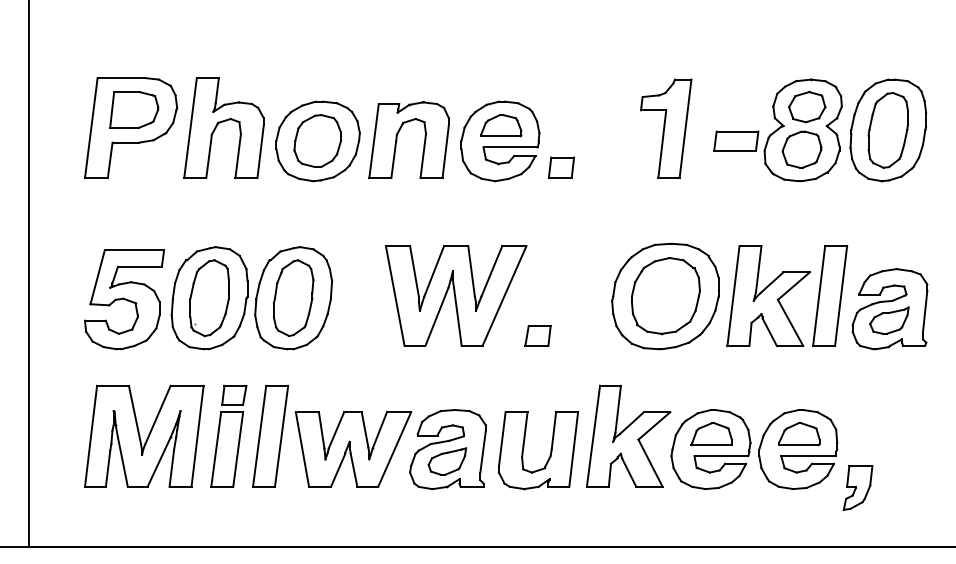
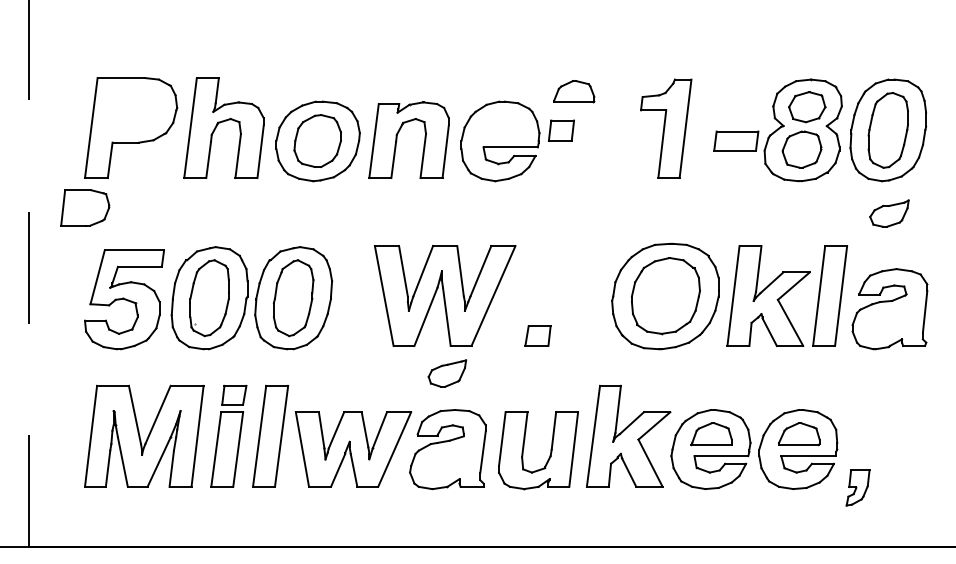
part at (134, 109) position: (134, 109) -> (85, 207)
part at (501, 125) position: (501, 125) -> (574, 91)
part at (561, 167) position: (561, 167) -> (561, 130)
line at (28, 273): solid -> dashed
part at (456, 295) position: (456, 295) -> (445, 295)
part at (889, 320) position: (889, 320) -> (889, 213)
part at (447, 461) position: (447, 461) -> (447, 373)
part at (857, 487) size: 32x46 px -> 26x38 px
